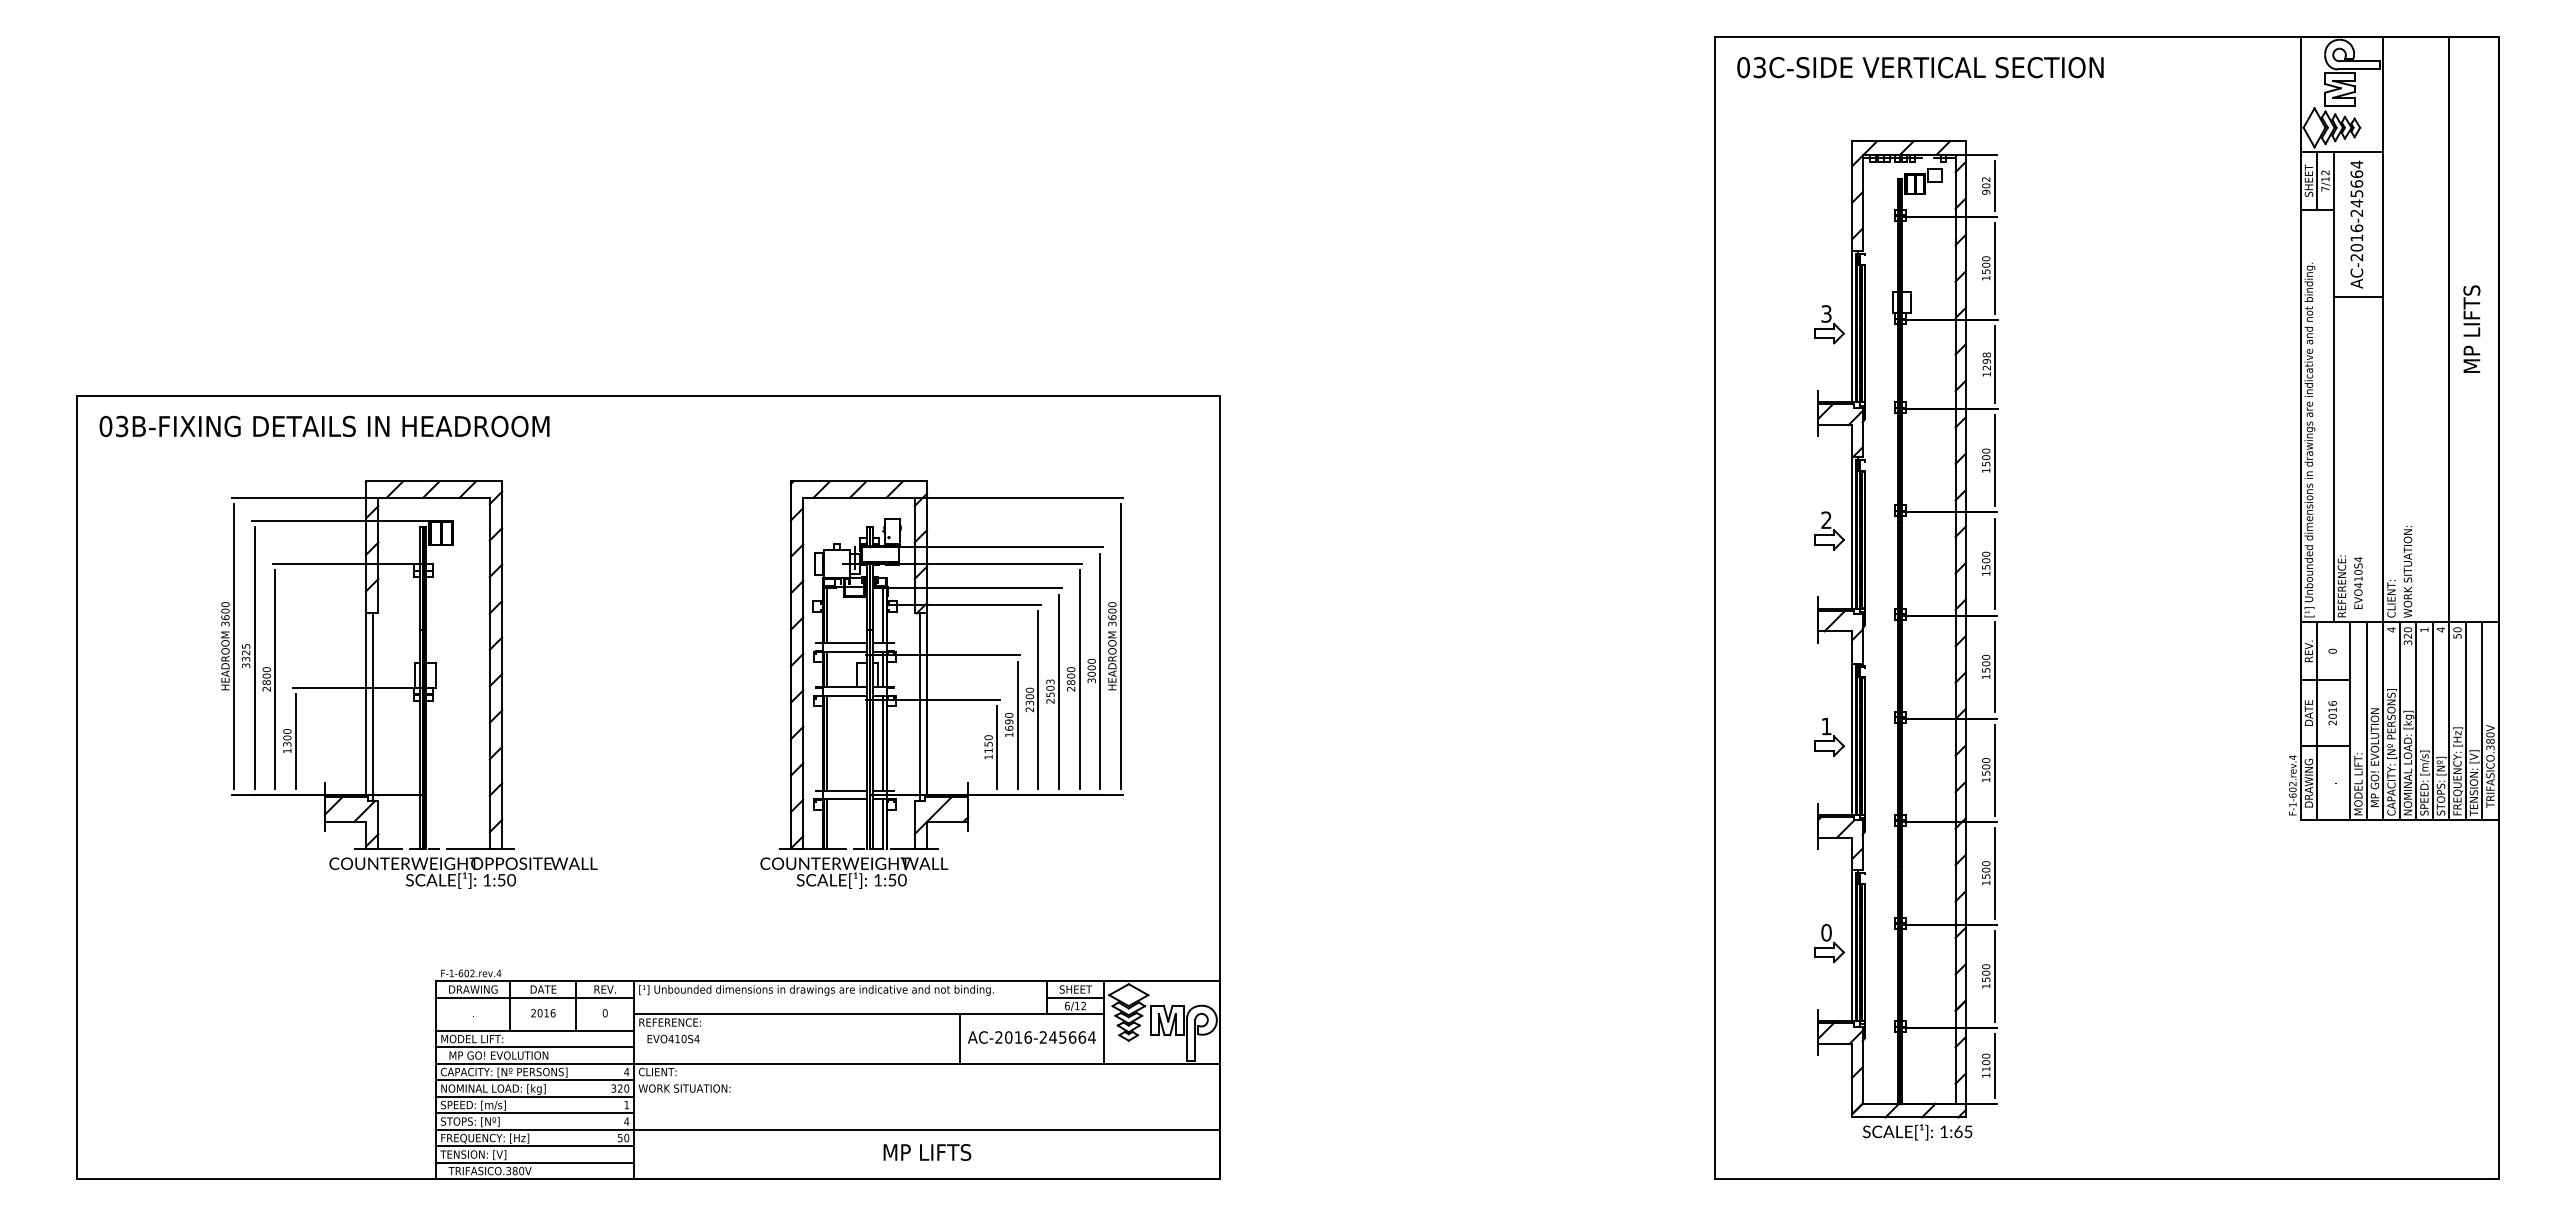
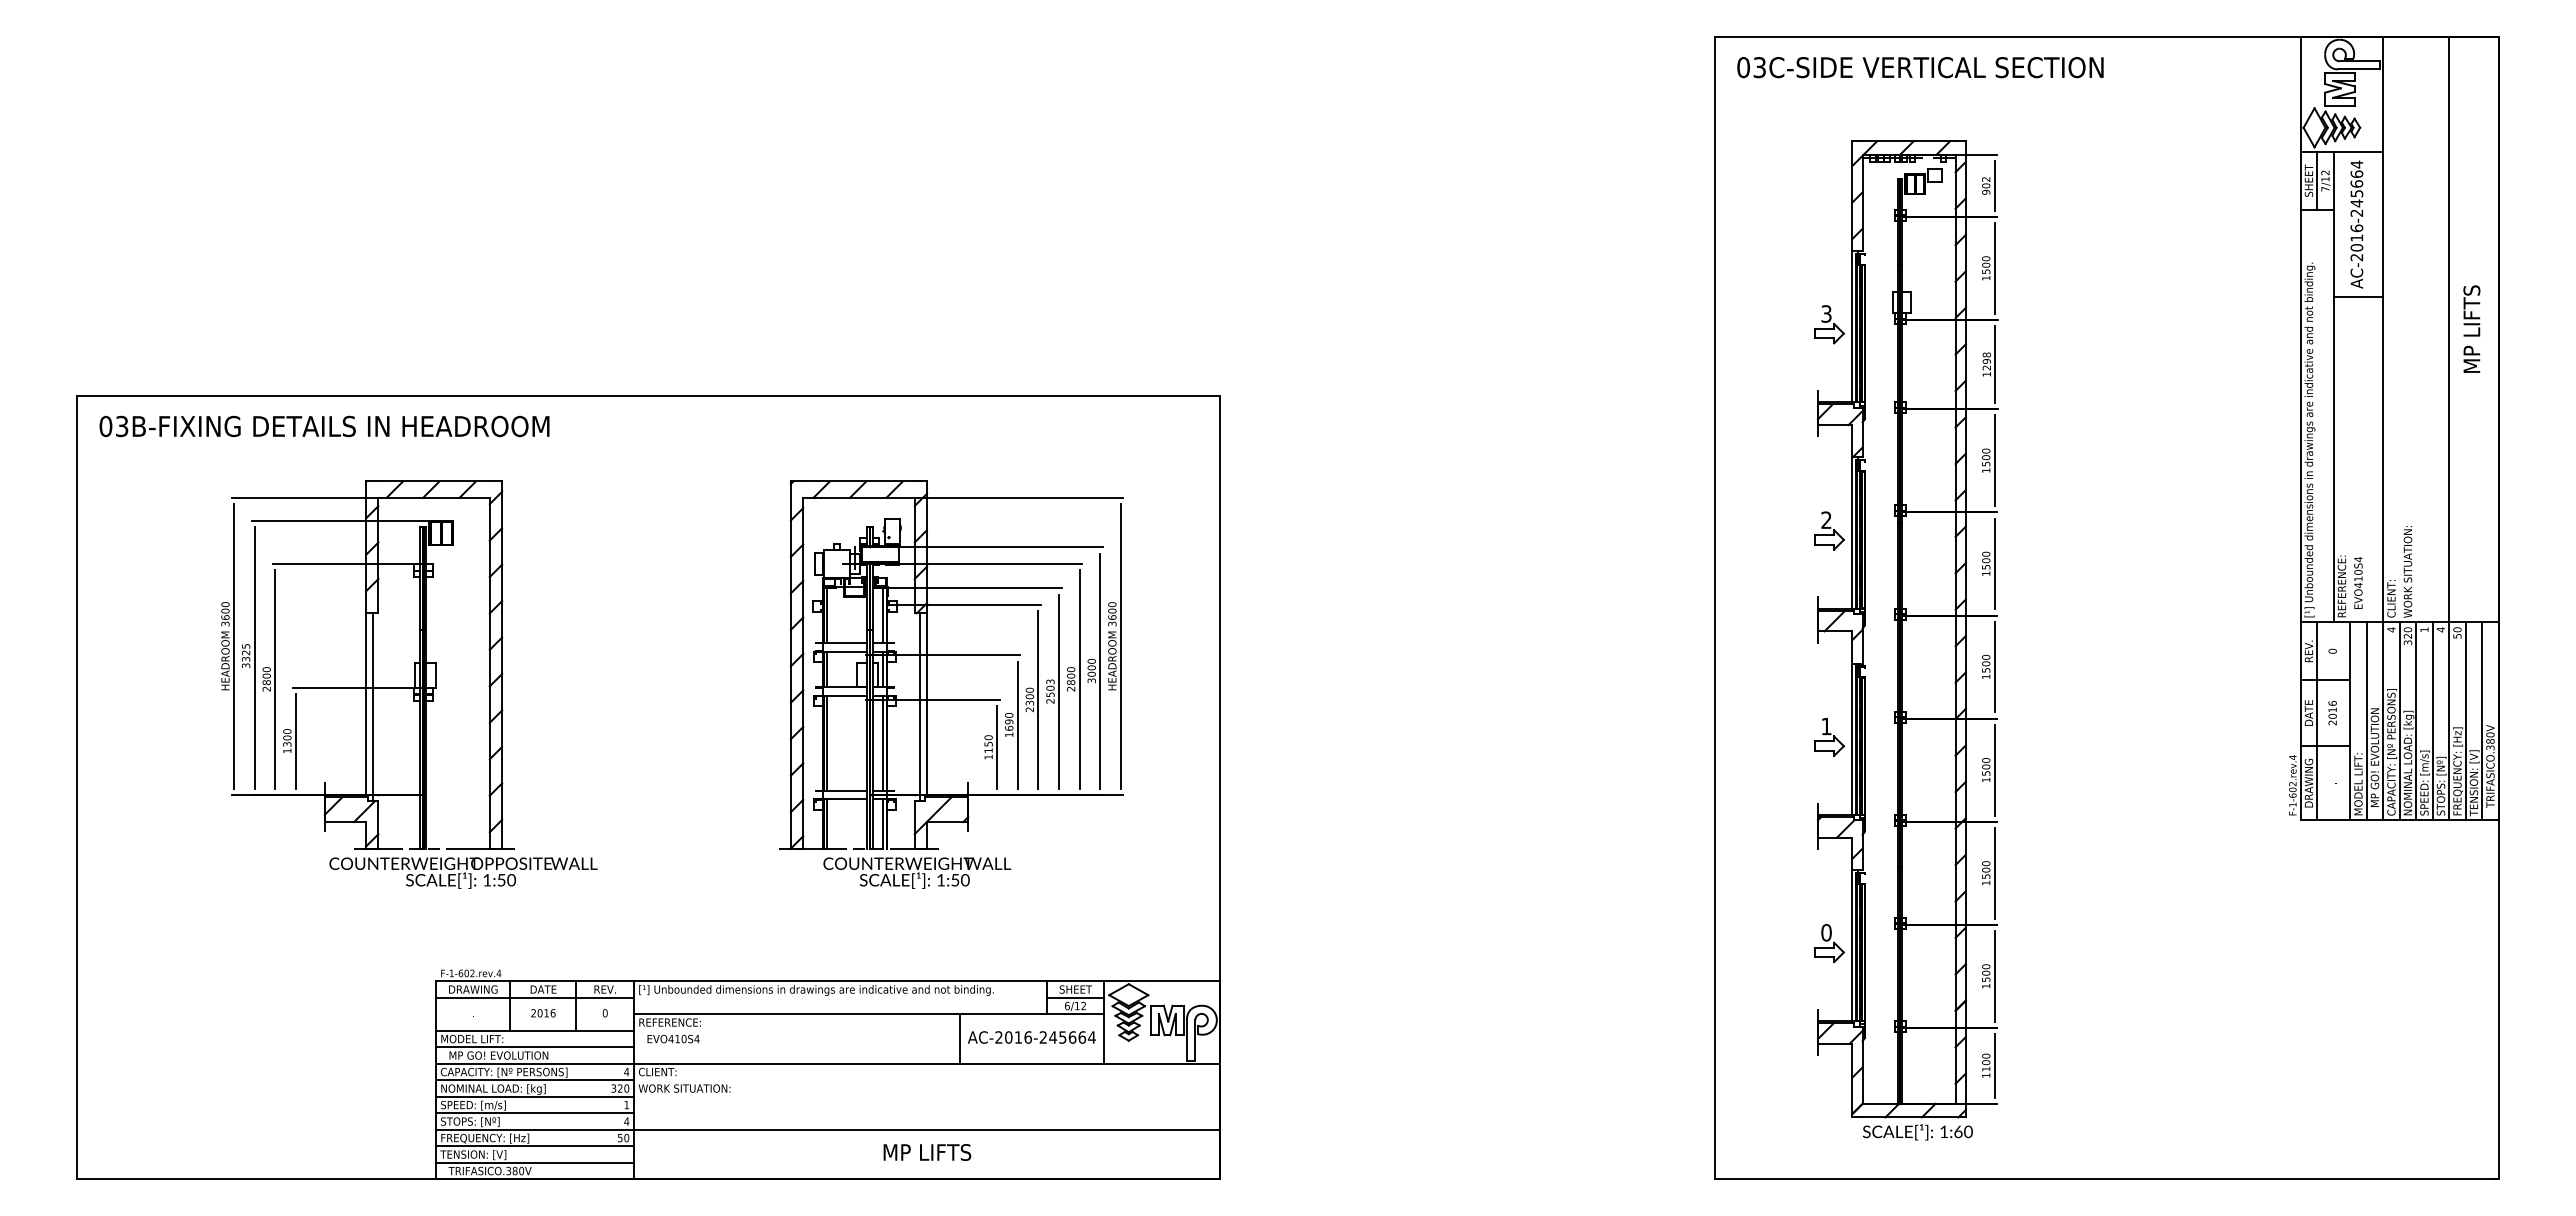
text at (854, 872) position: (854, 872) -> (917, 872)
text at (1968, 1131): 1:65 -> 1:60
